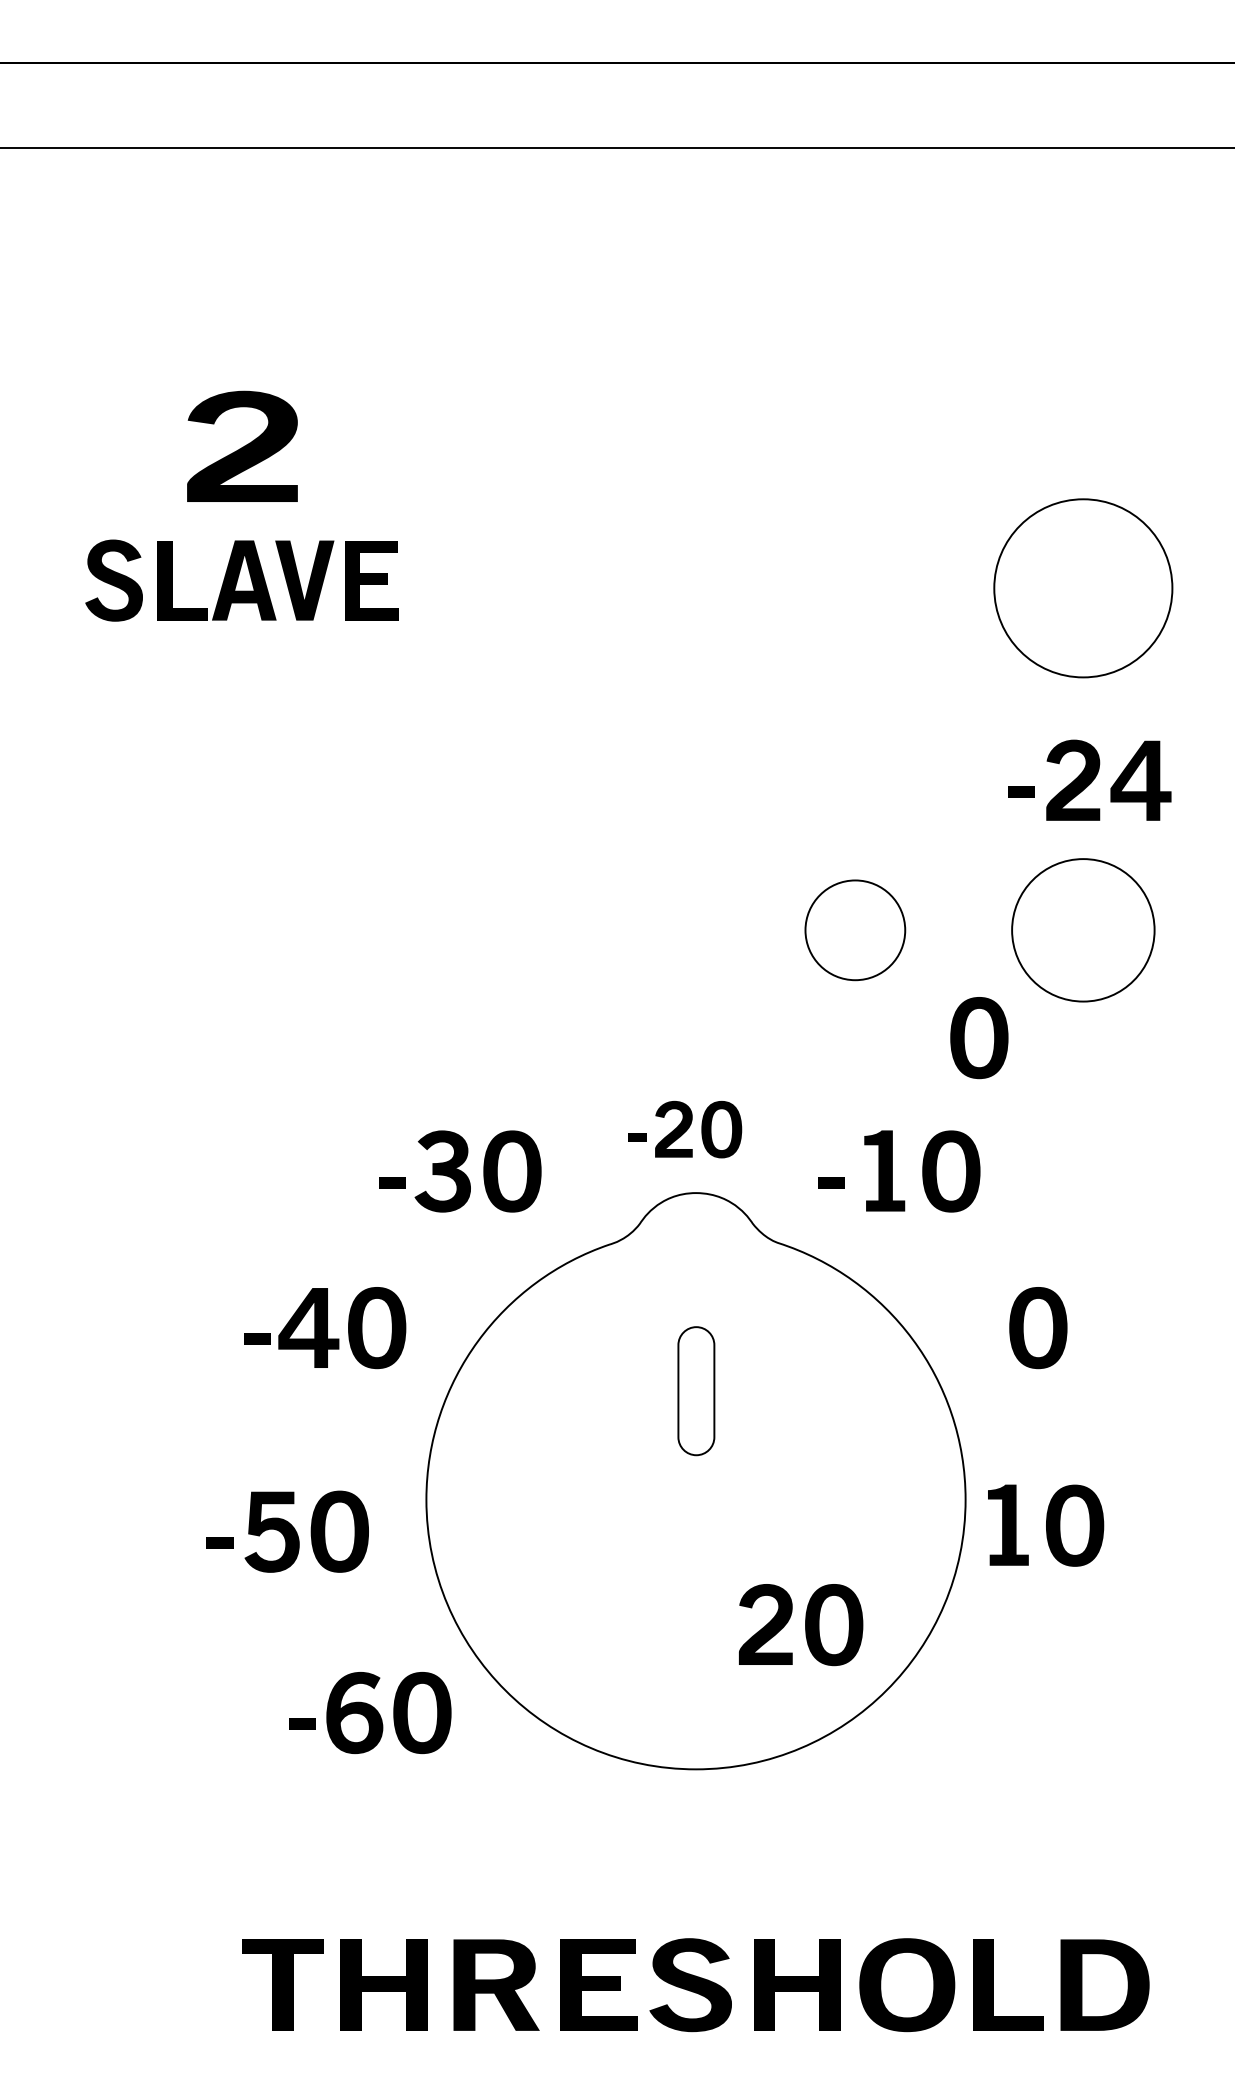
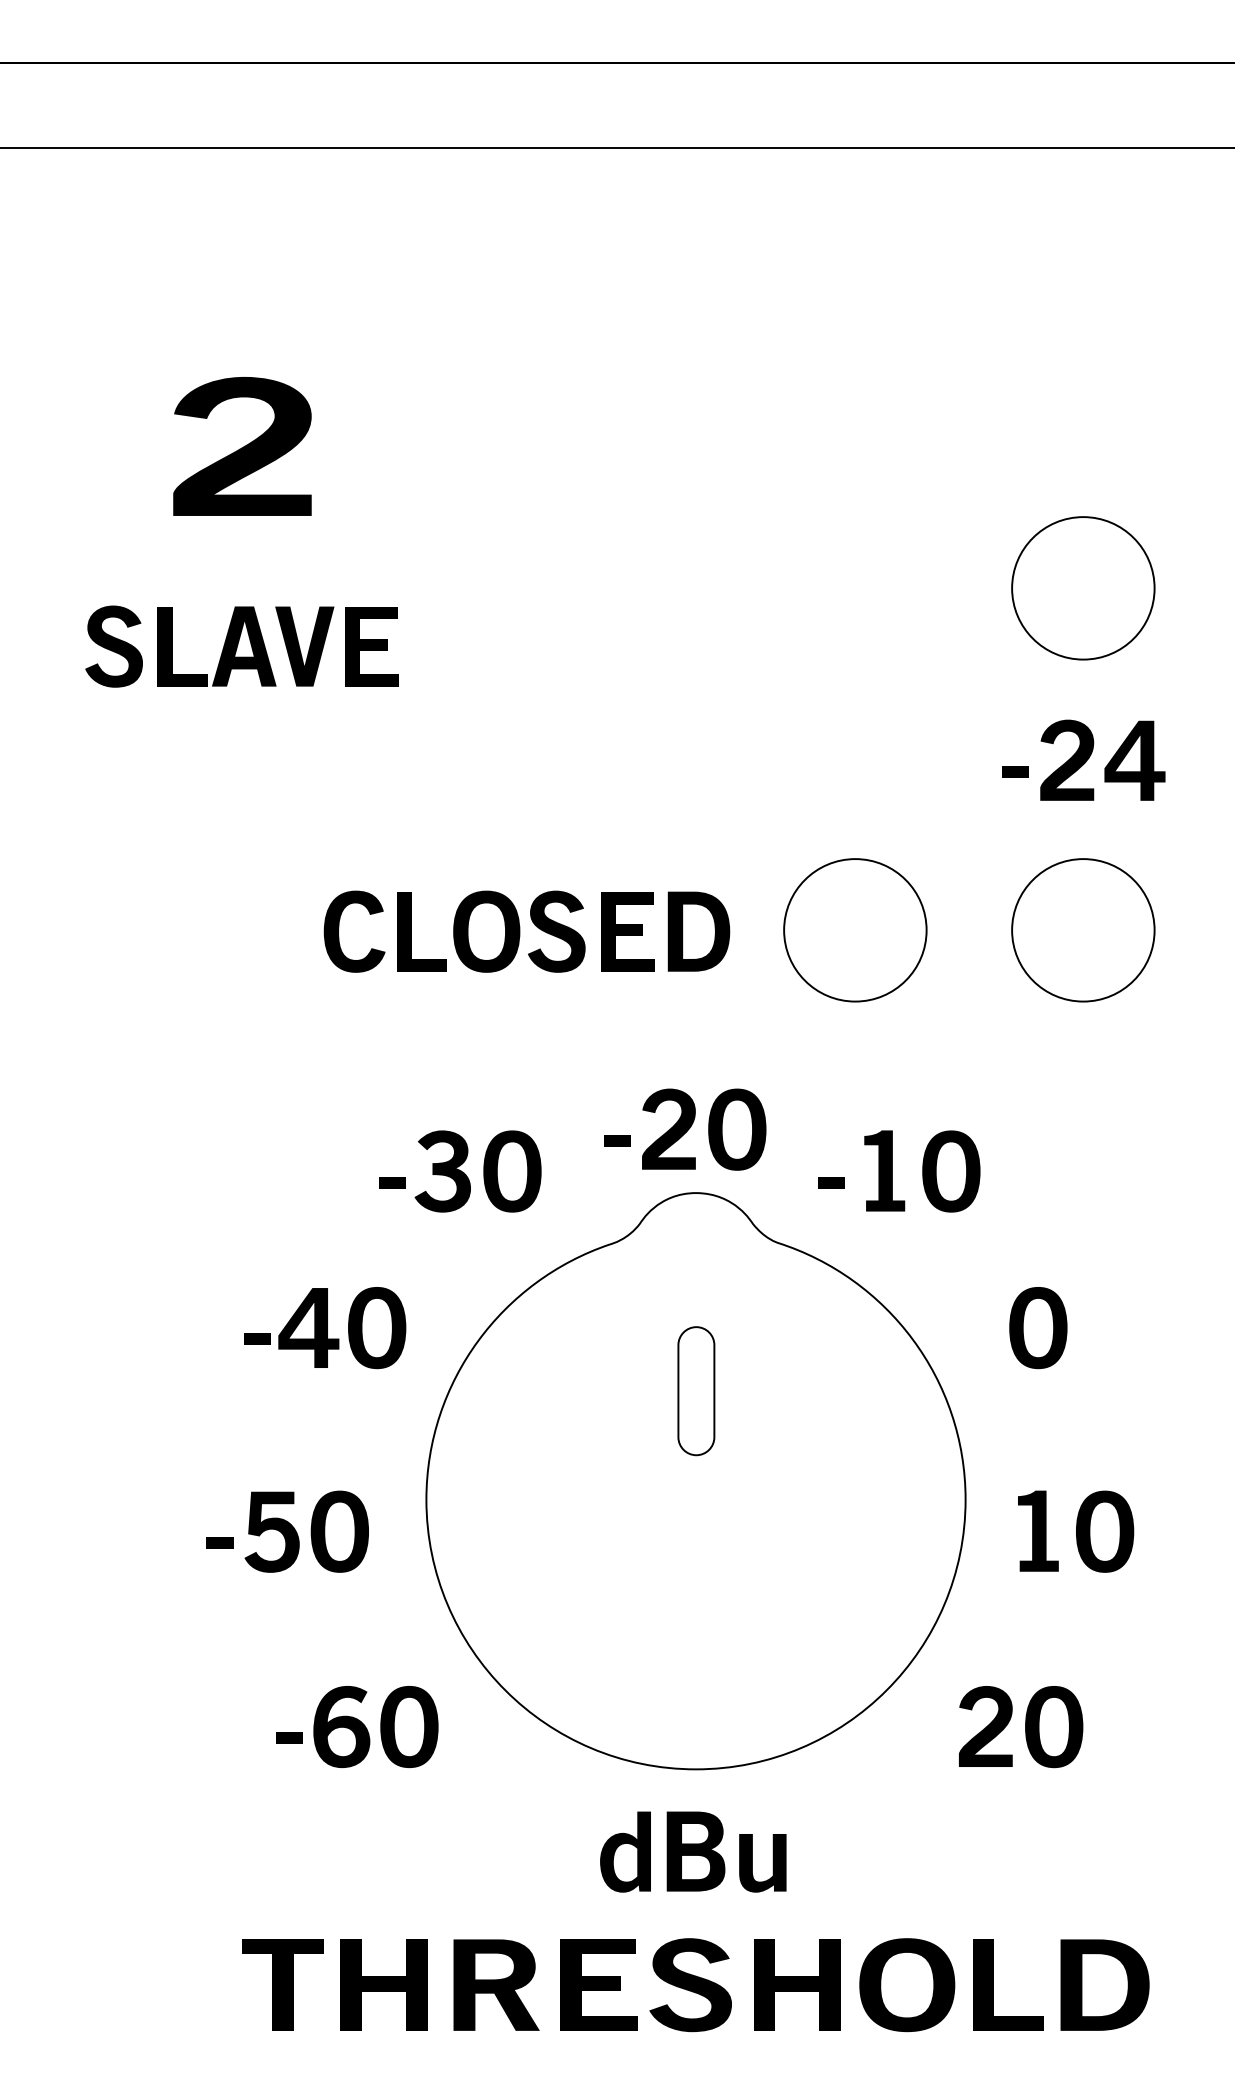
part at (242, 445) size: 111x112 px -> 139x139 px
part at (241, 580) position: (241, 580) -> (241, 646)
circle at (1083, 588) diameter: 178 px -> 142 px
part at (1089, 779) position: (1089, 779) -> (1083, 759)
circle at (855, 930) diameter: 100 px -> 142 px
part at (526, 931): none -> present
part at (979, 1038): present -> none
part at (685, 1129) size: 115x59 px -> 163x83 px
part at (1046, 1525) position: (1046, 1525) -> (1076, 1531)
part at (801, 1625) position: (801, 1625) -> (1021, 1727)
part at (370, 1713) position: (370, 1713) -> (357, 1727)
part at (693, 1851): none -> present
